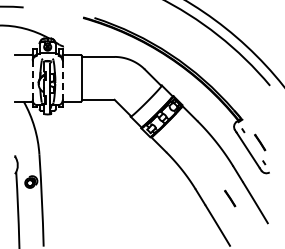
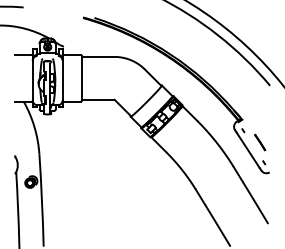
line at (32, 80): dashed -> solid
line at (62, 80): dashed -> solid
line at (230, 198): present -> none
